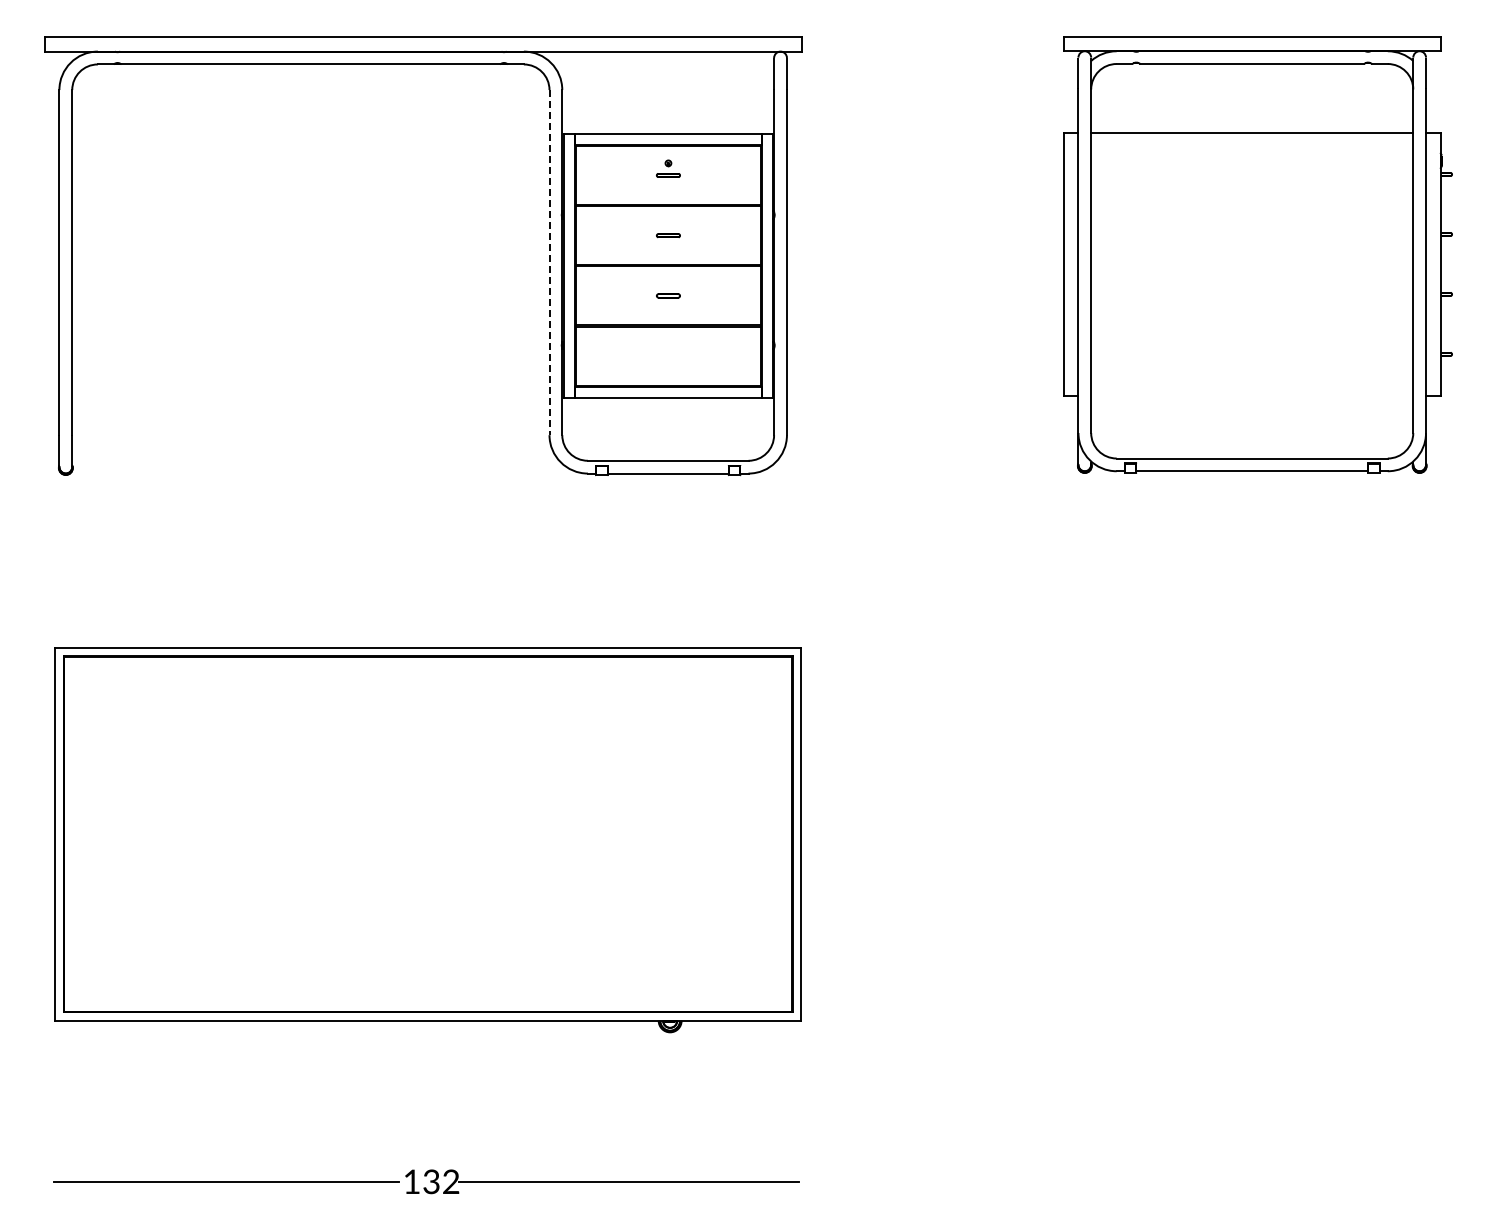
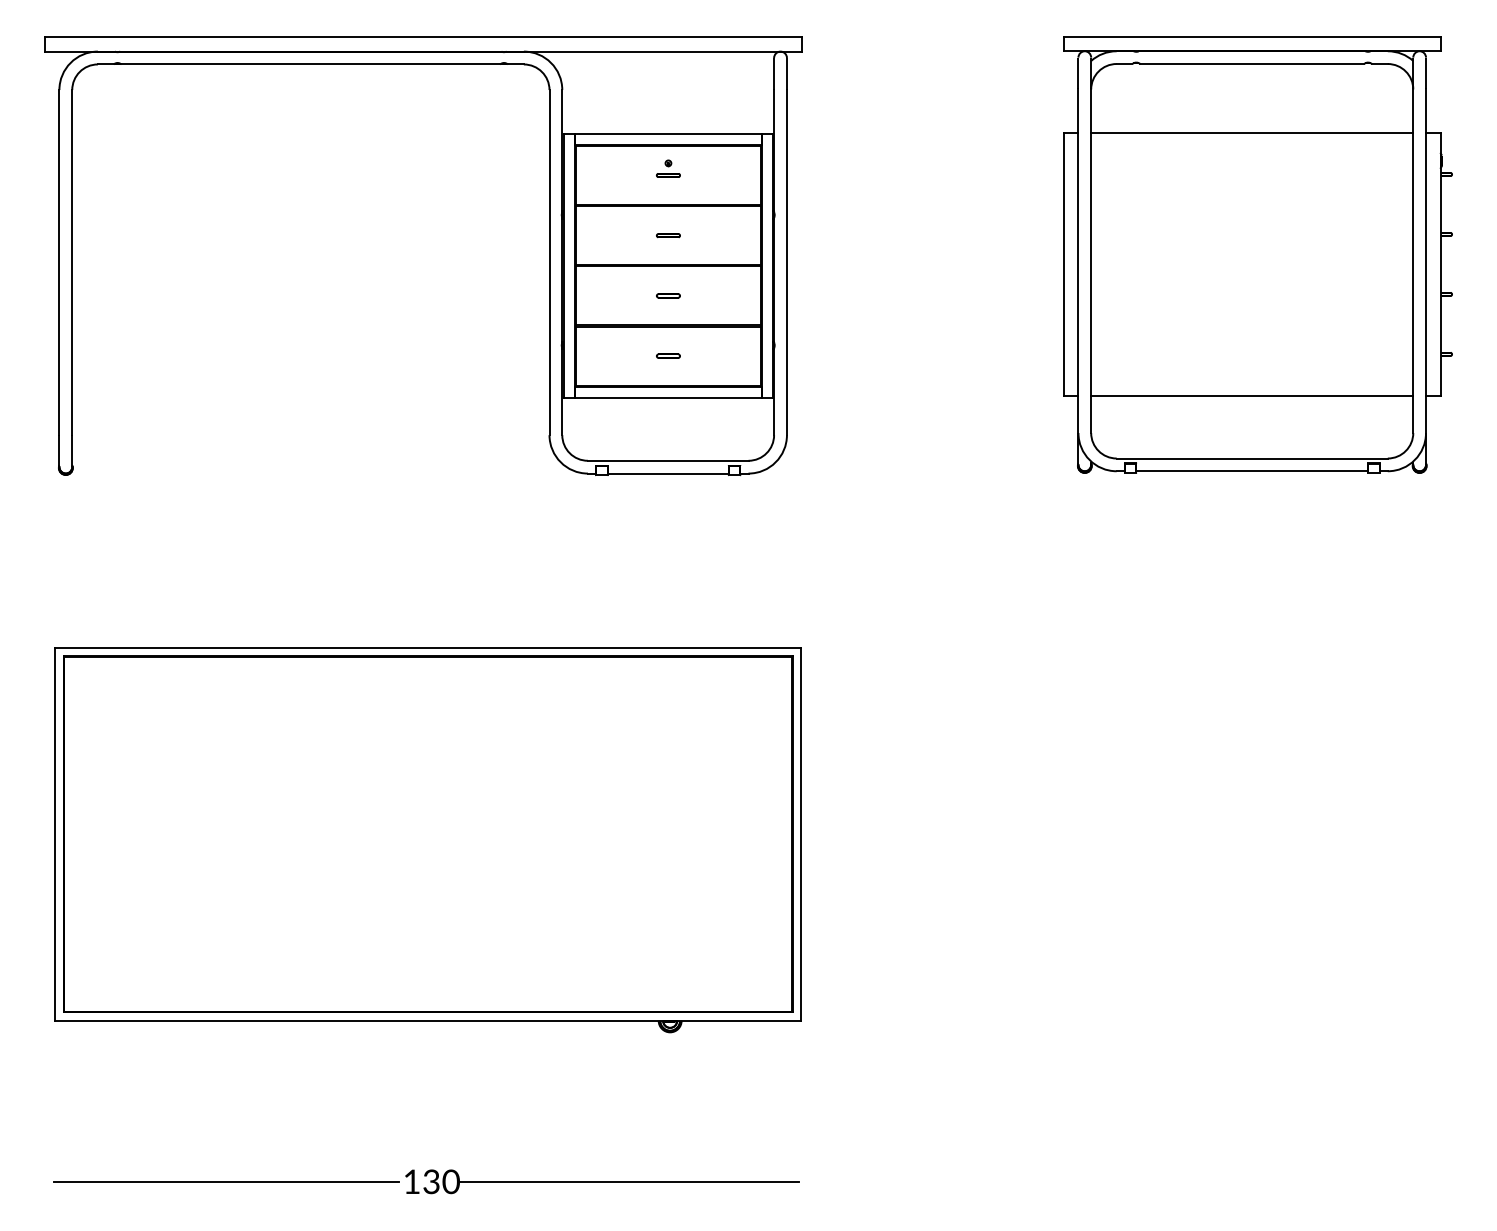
line at (549, 262): dashed -> solid
part at (668, 355): none -> present
line at (1252, 395): none -> present
text at (450, 1182): 132 -> 130
